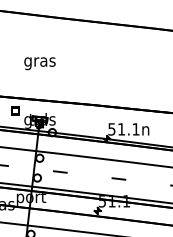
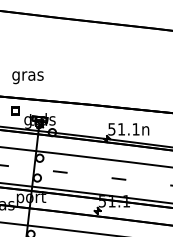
text at (39, 63) position: (39, 63) -> (27, 77)
